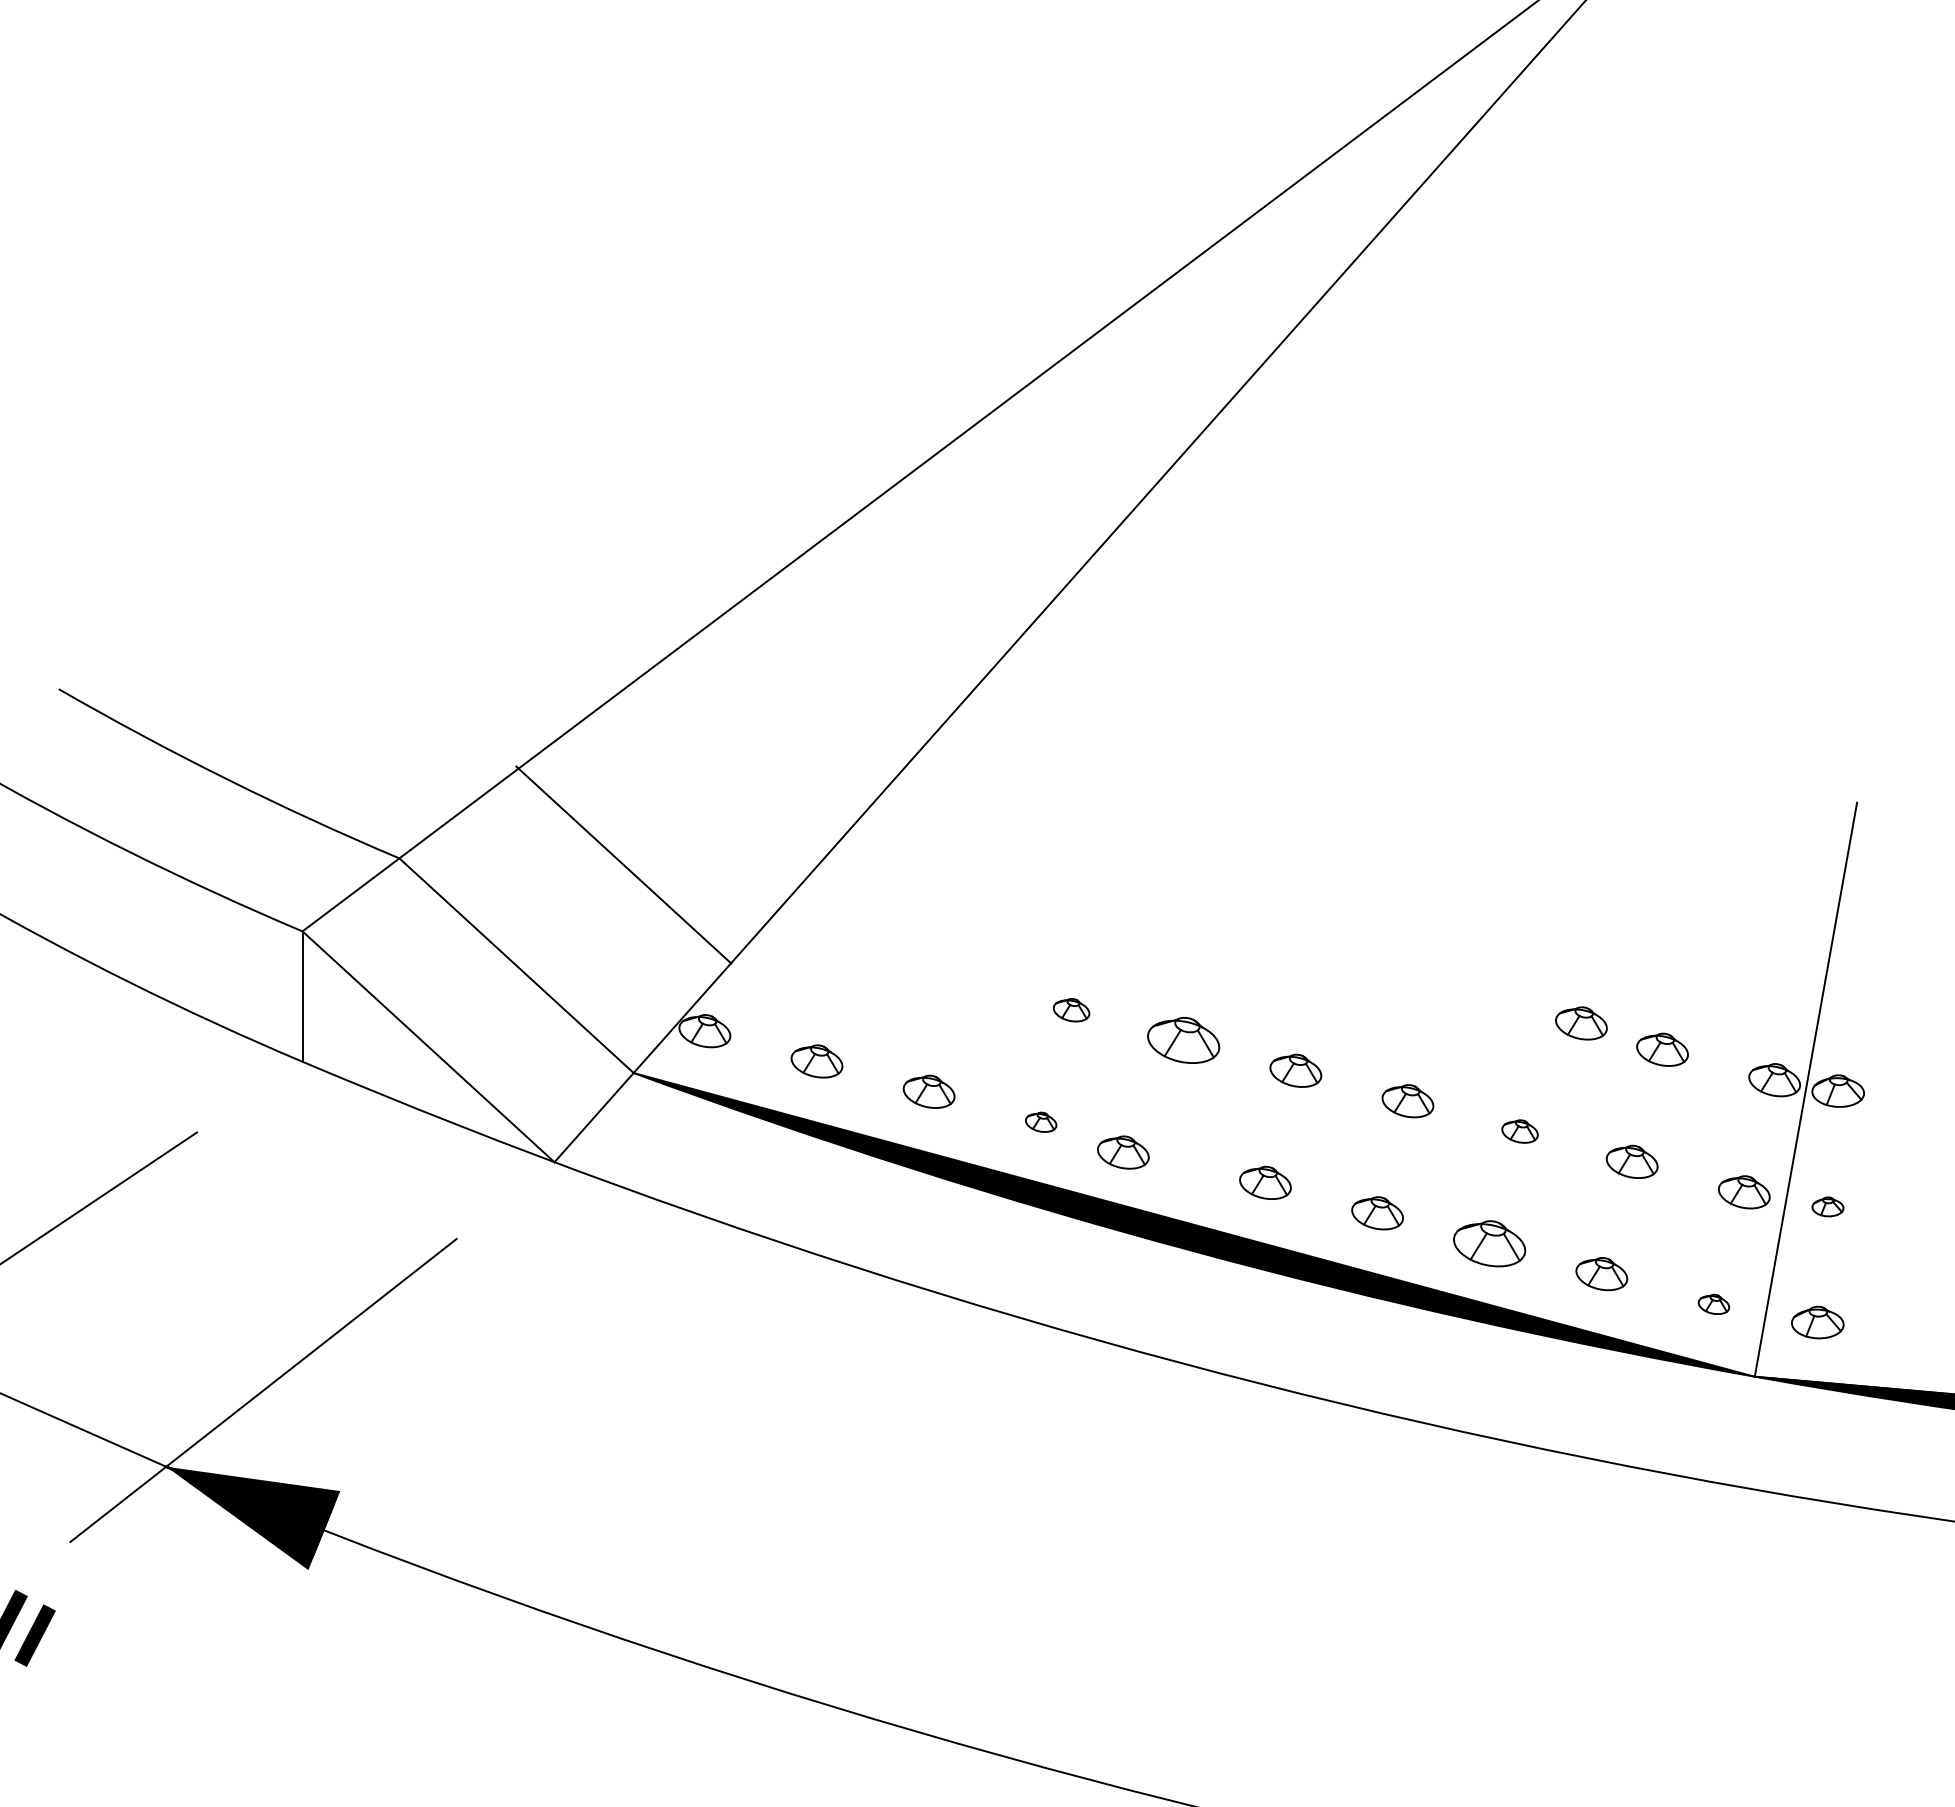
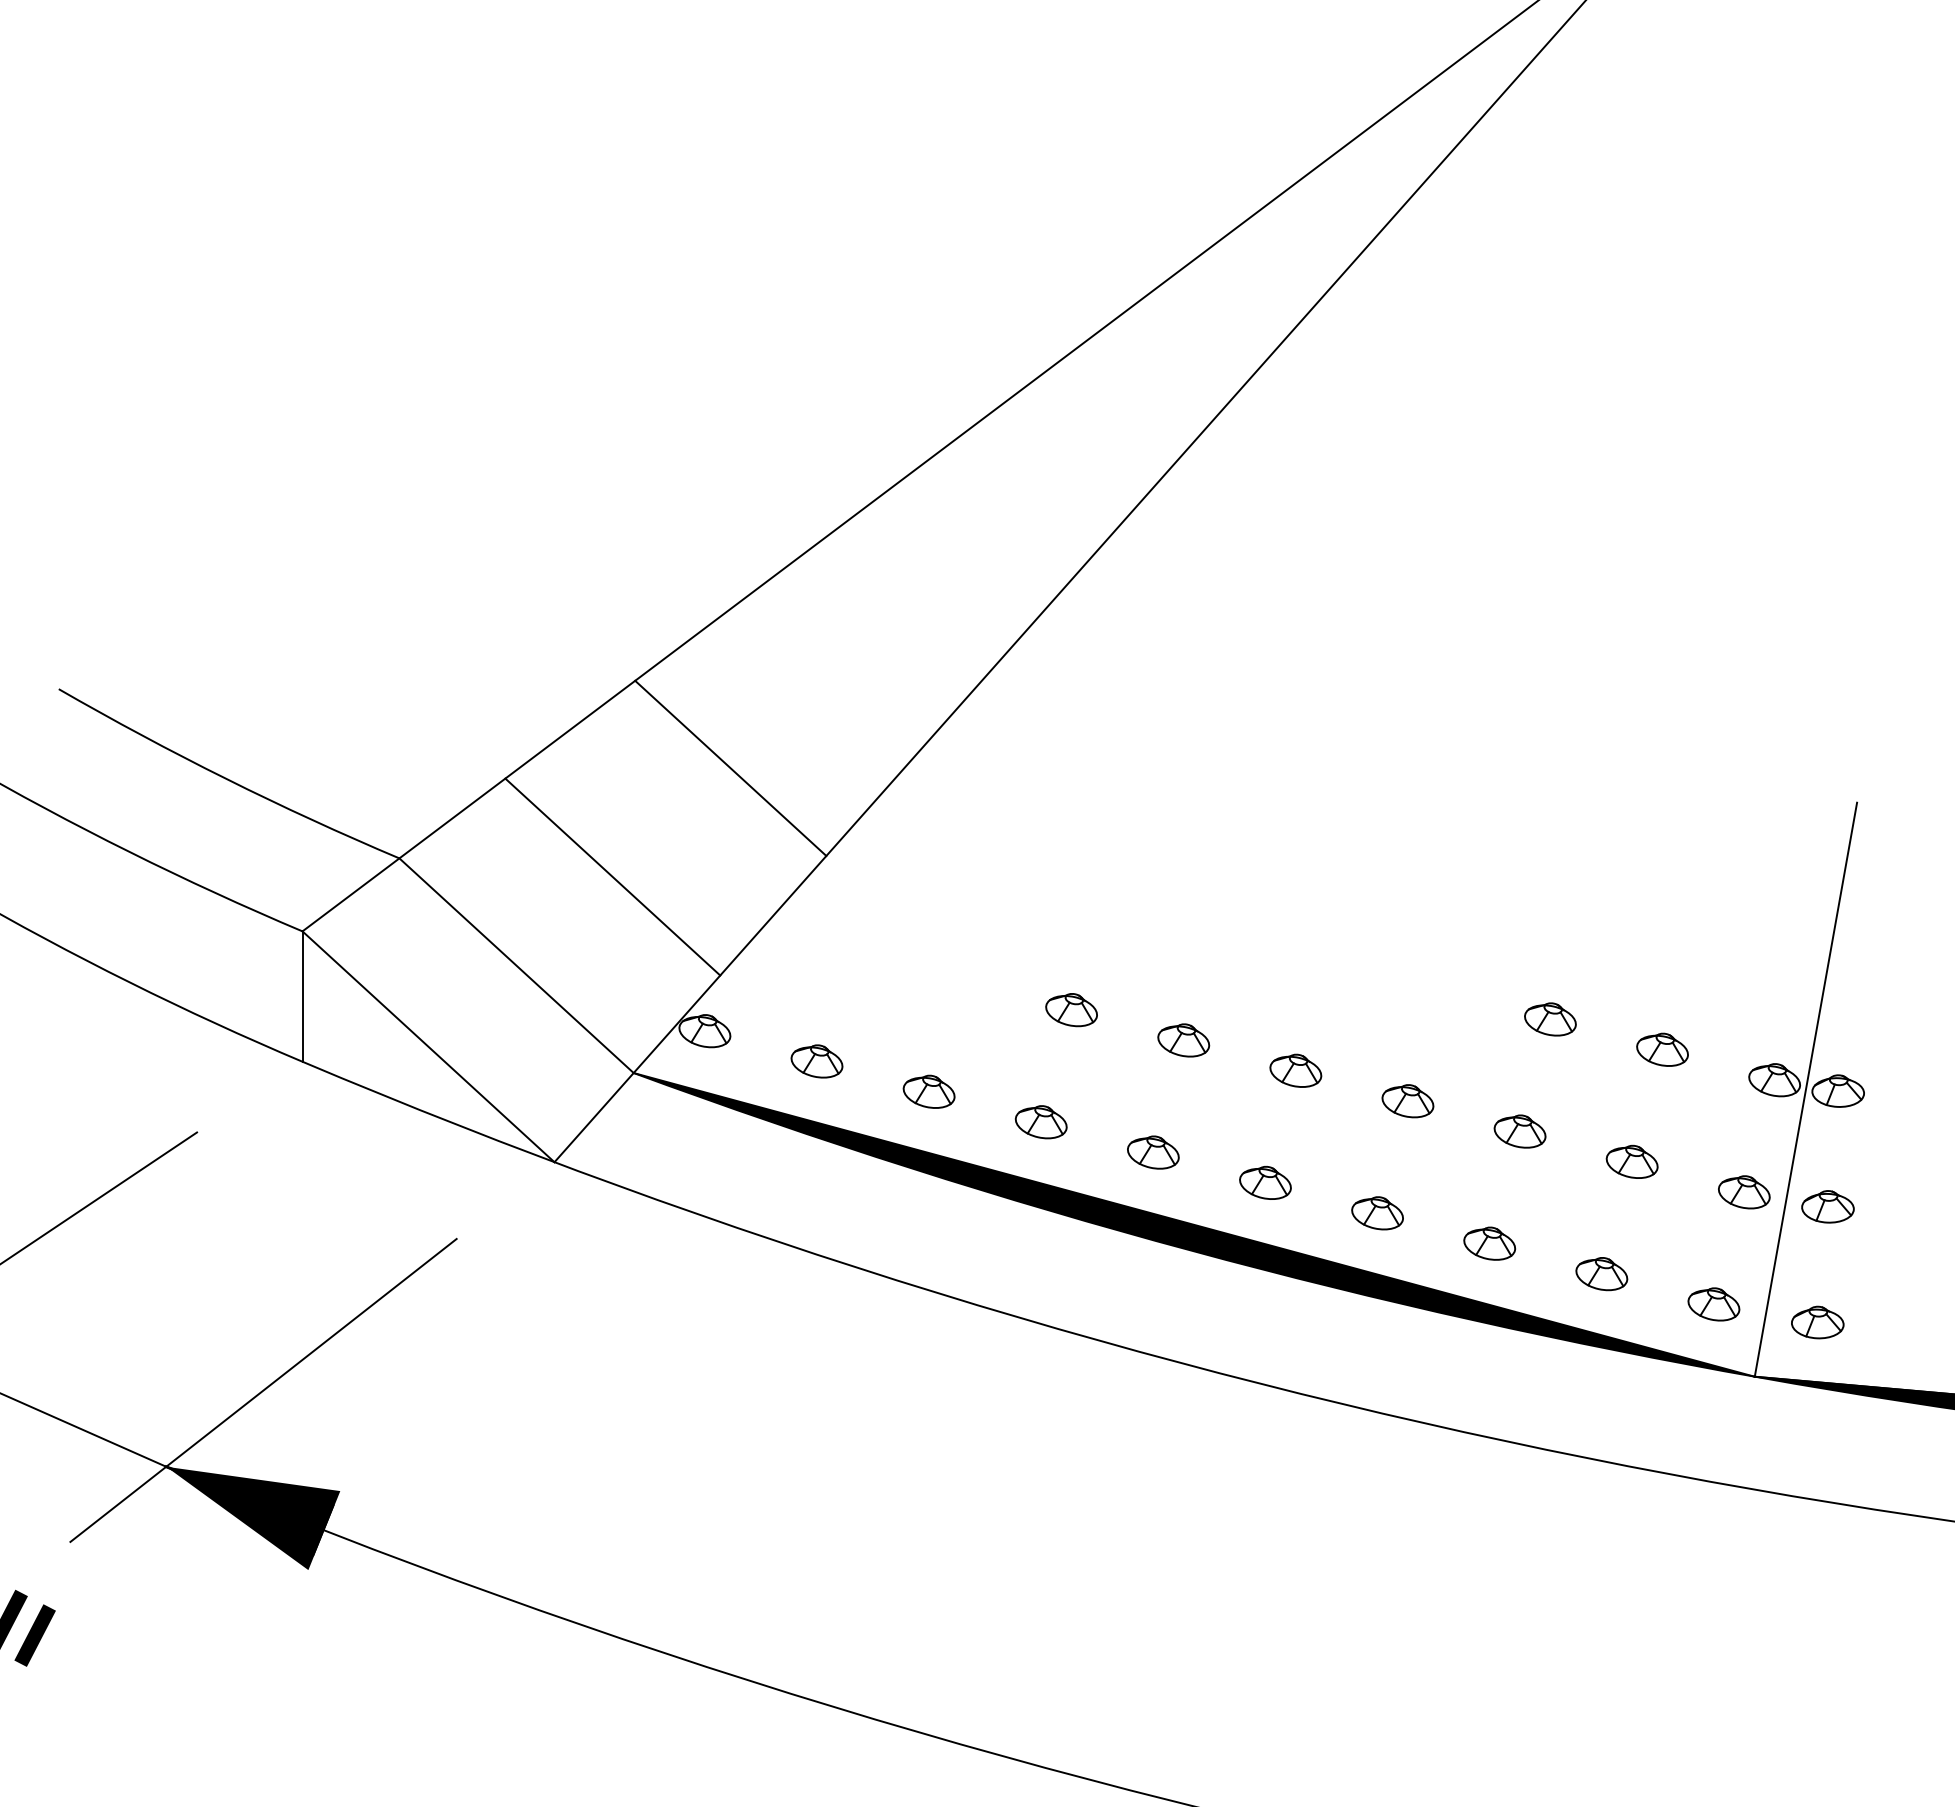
line at (730, 767): none -> present
line at (623, 864) position: (623, 864) -> (612, 876)
part at (1071, 1010) size: 39x25 px -> 53x35 px
part at (1581, 1023) position: (1581, 1023) -> (1550, 1019)
part at (1183, 1040) size: 74x47 px -> 54x35 px
part at (1041, 1121) size: 33x22 px -> 54x35 px
part at (1519, 1131) size: 38x25 px -> 54x35 px
part at (1123, 1152) position: (1123, 1152) -> (1153, 1152)
part at (1827, 1206) size: 34x22 px -> 54x34 px
part at (1489, 1243) size: 74x48 px -> 54x35 px
part at (1713, 1303) size: 34x22 px -> 54x35 px
